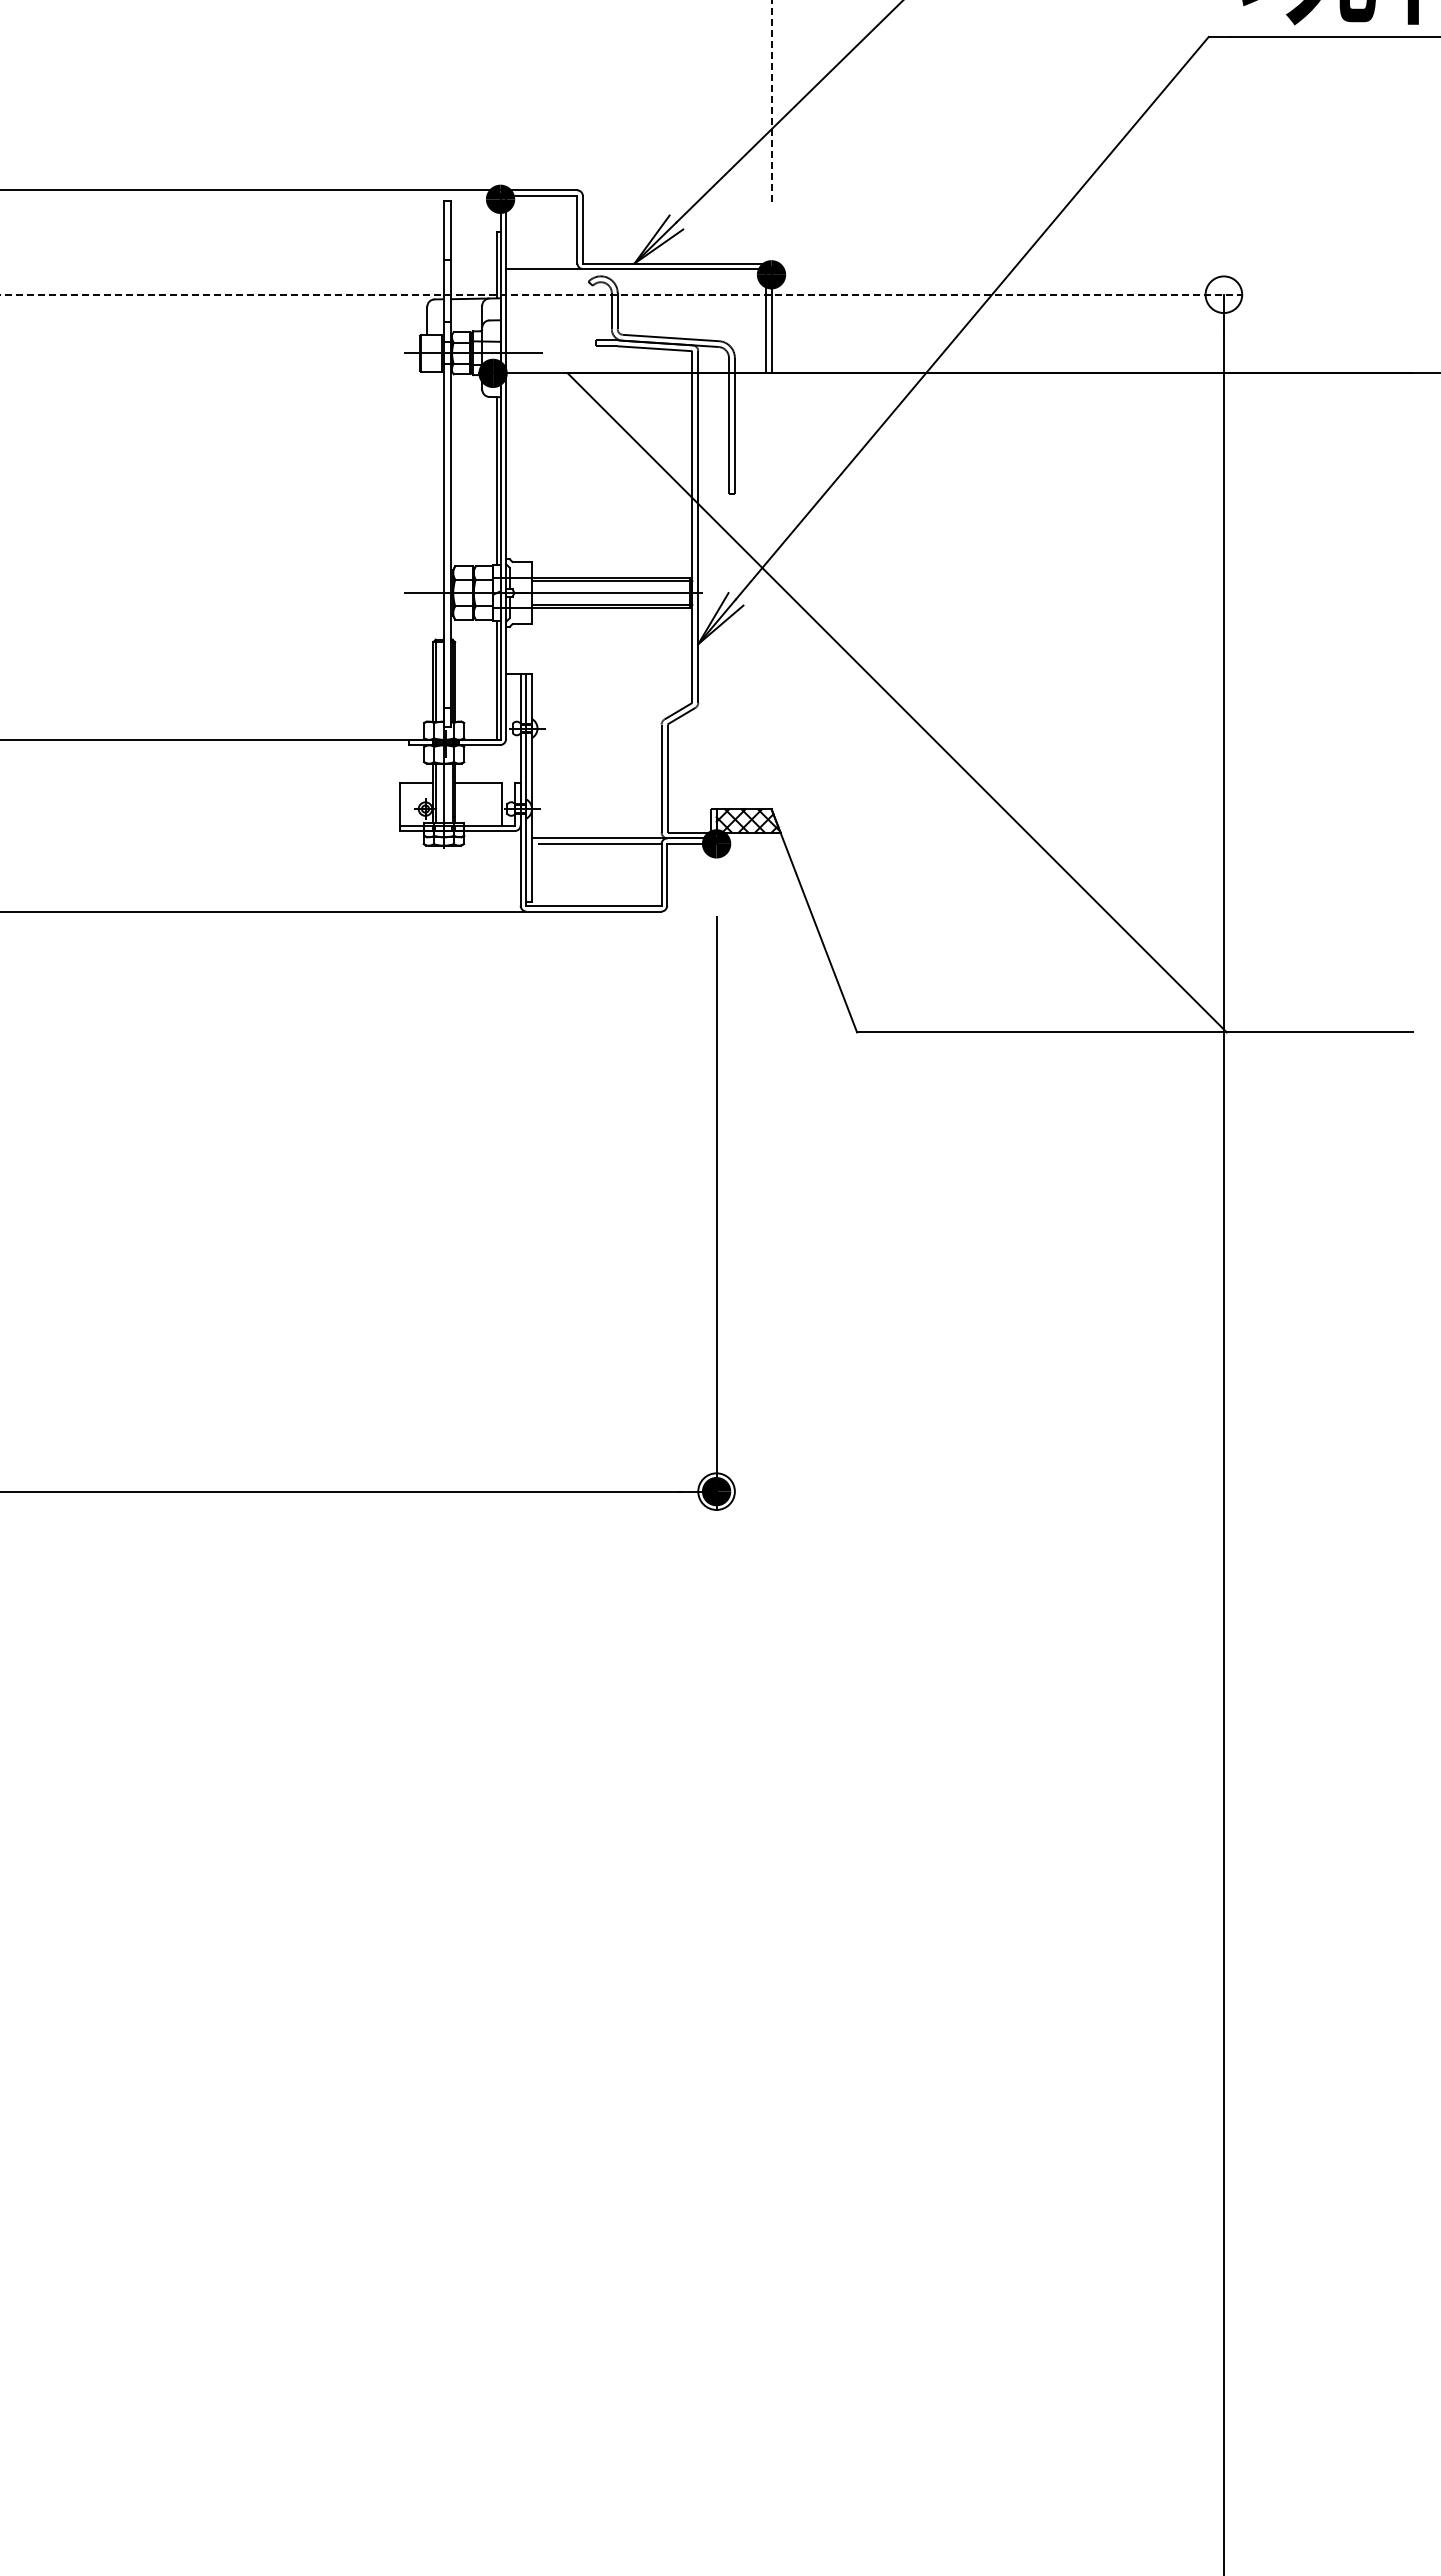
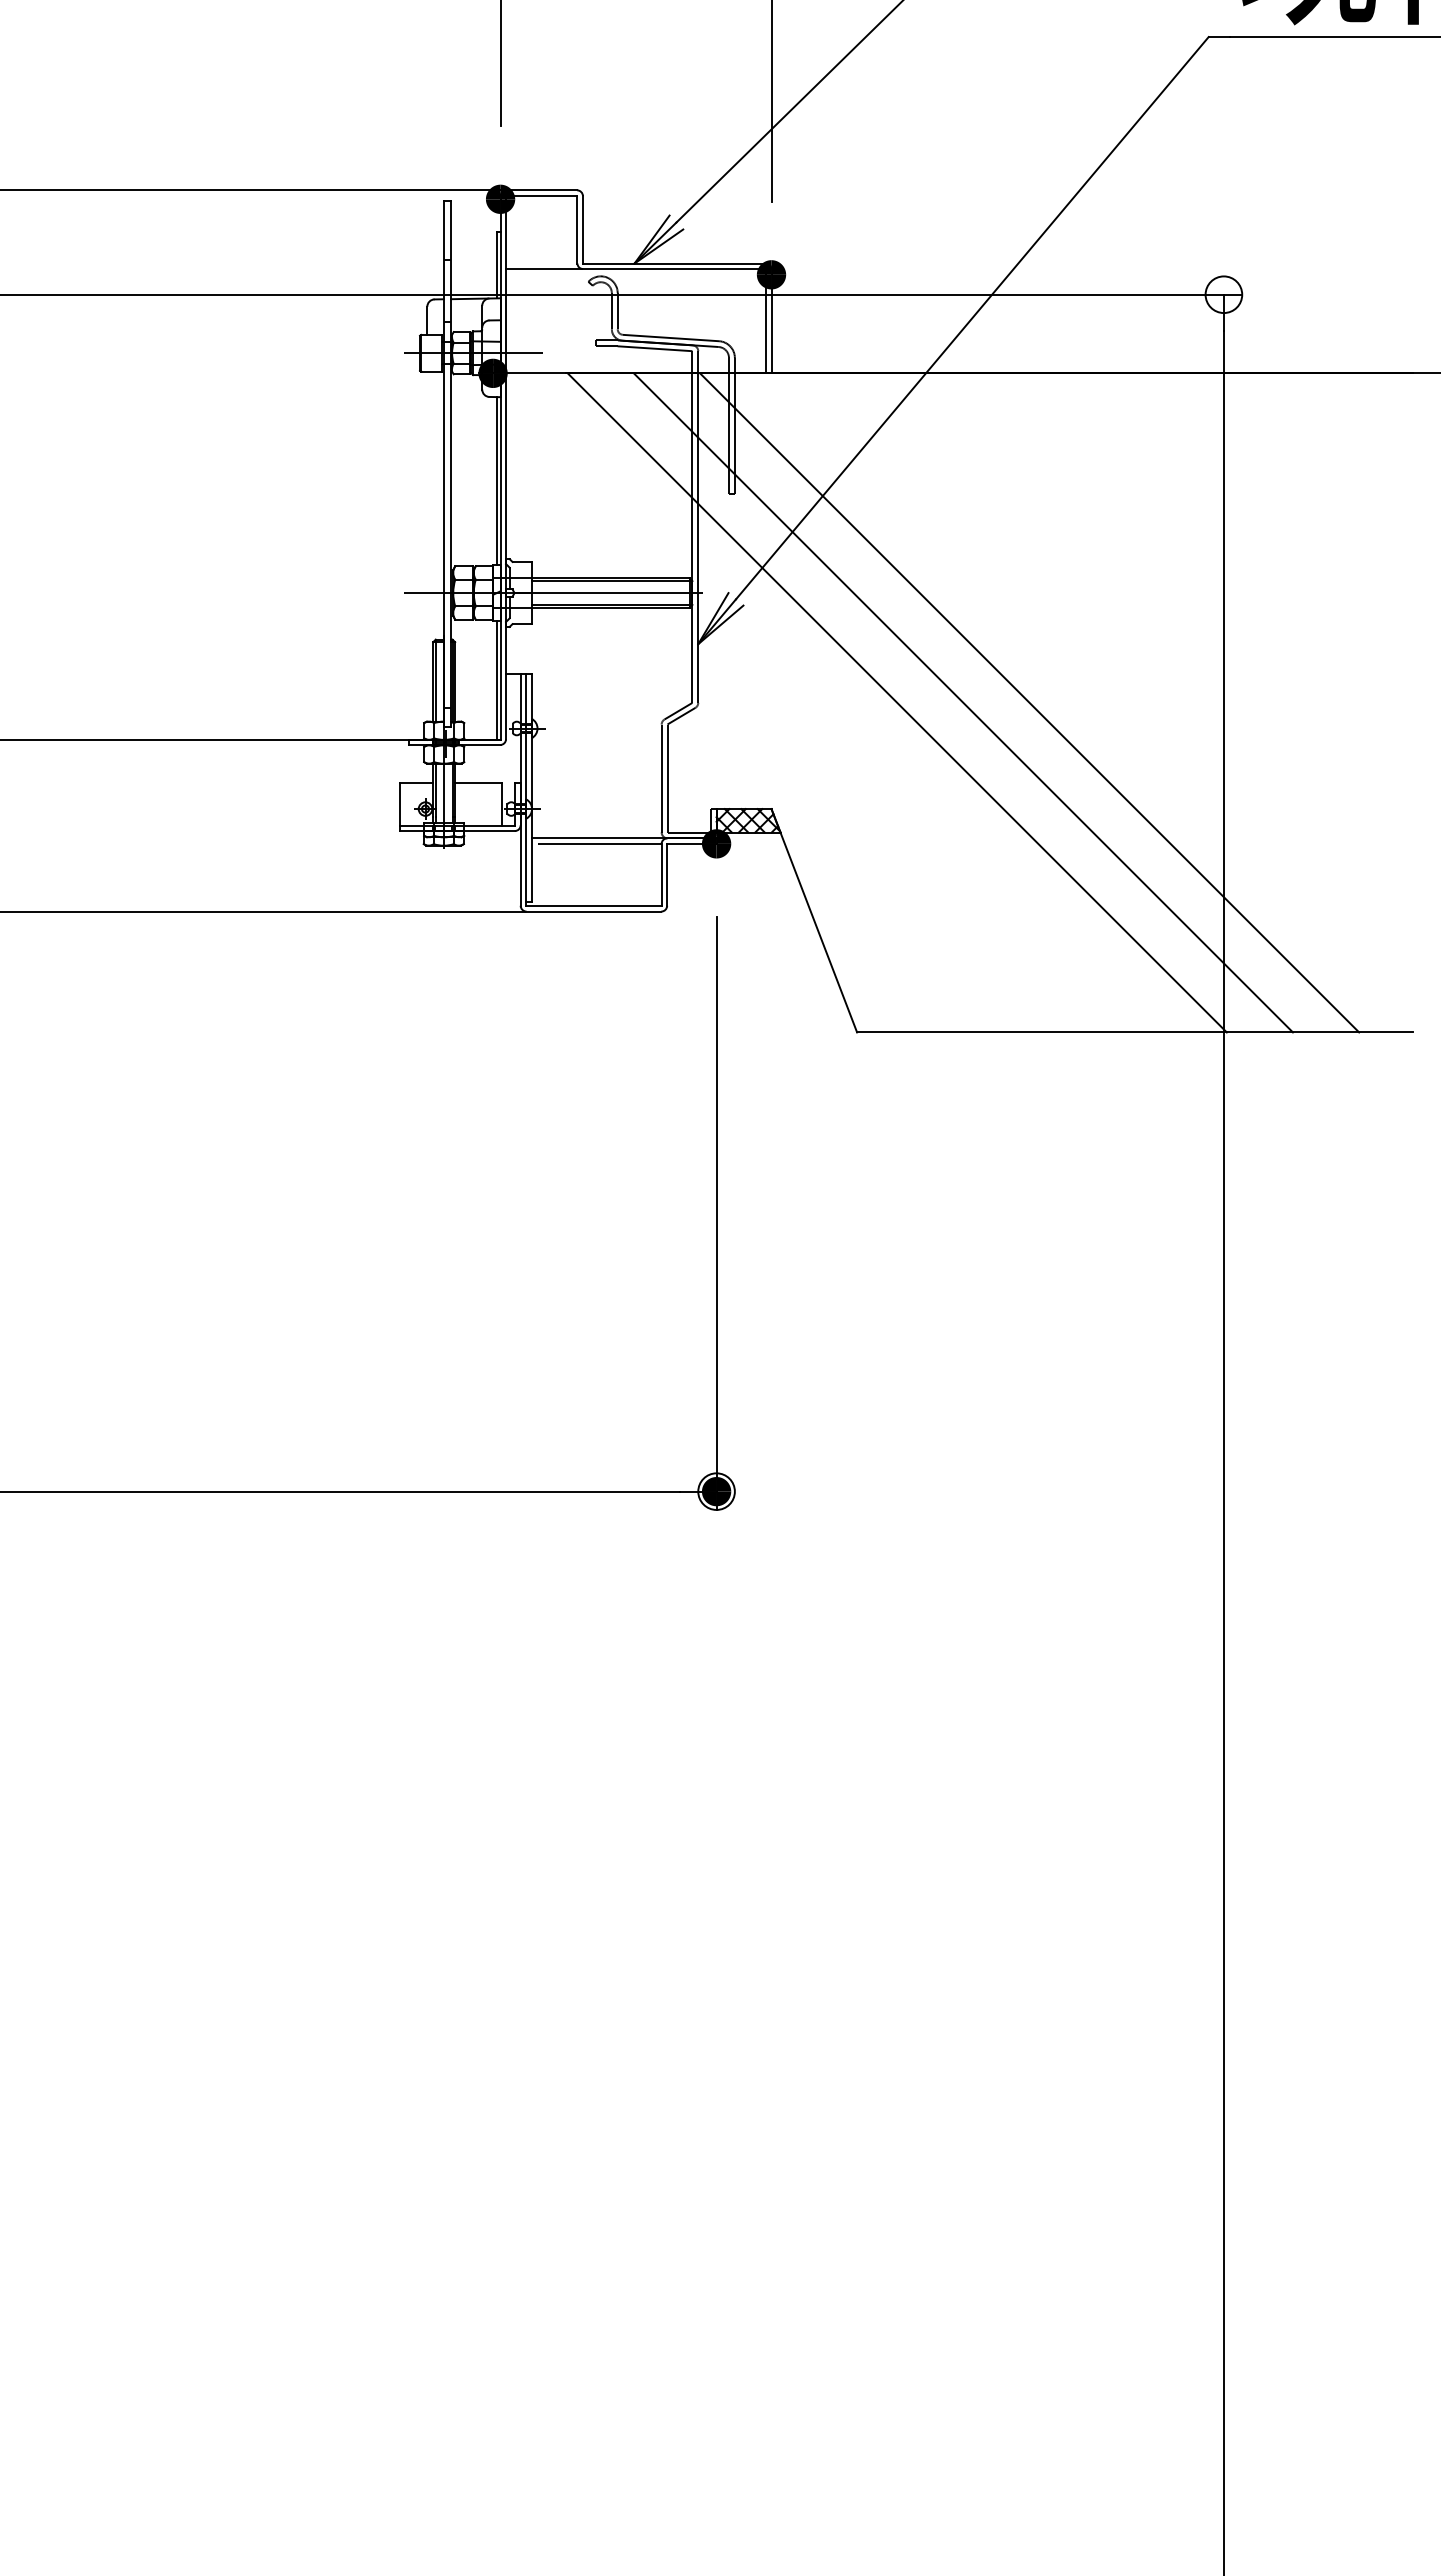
line at (500, 64): none -> present
line at (771, 100): dashed -> solid
line at (621, 294): dashed -> solid
line at (962, 702): none -> present
line at (1029, 702): none -> present
